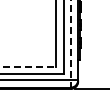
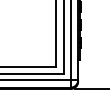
line at (70, 44): dashed -> solid
line at (28, 66): dashed -> solid
